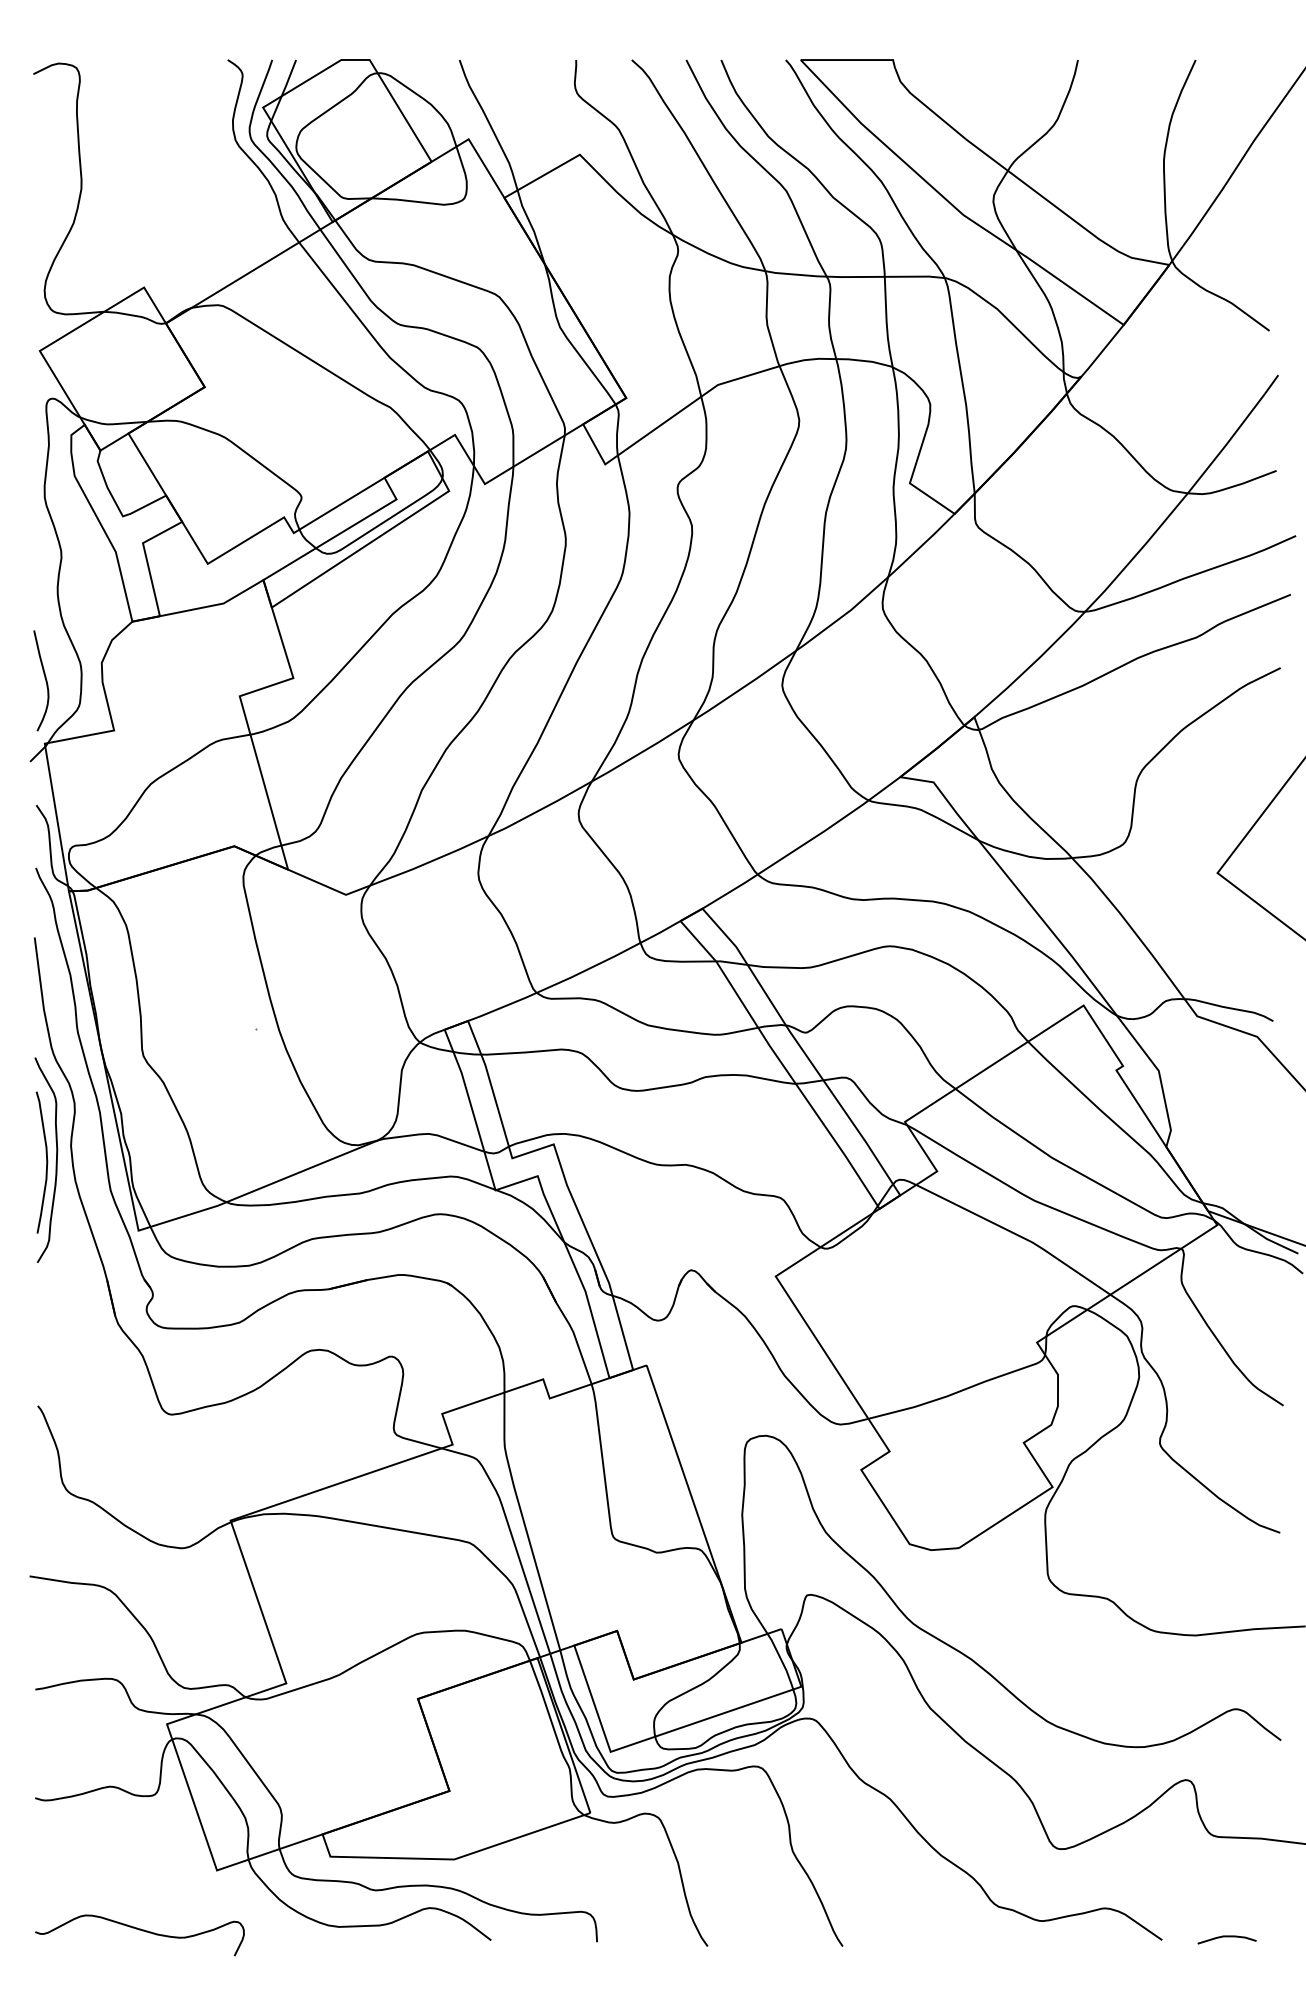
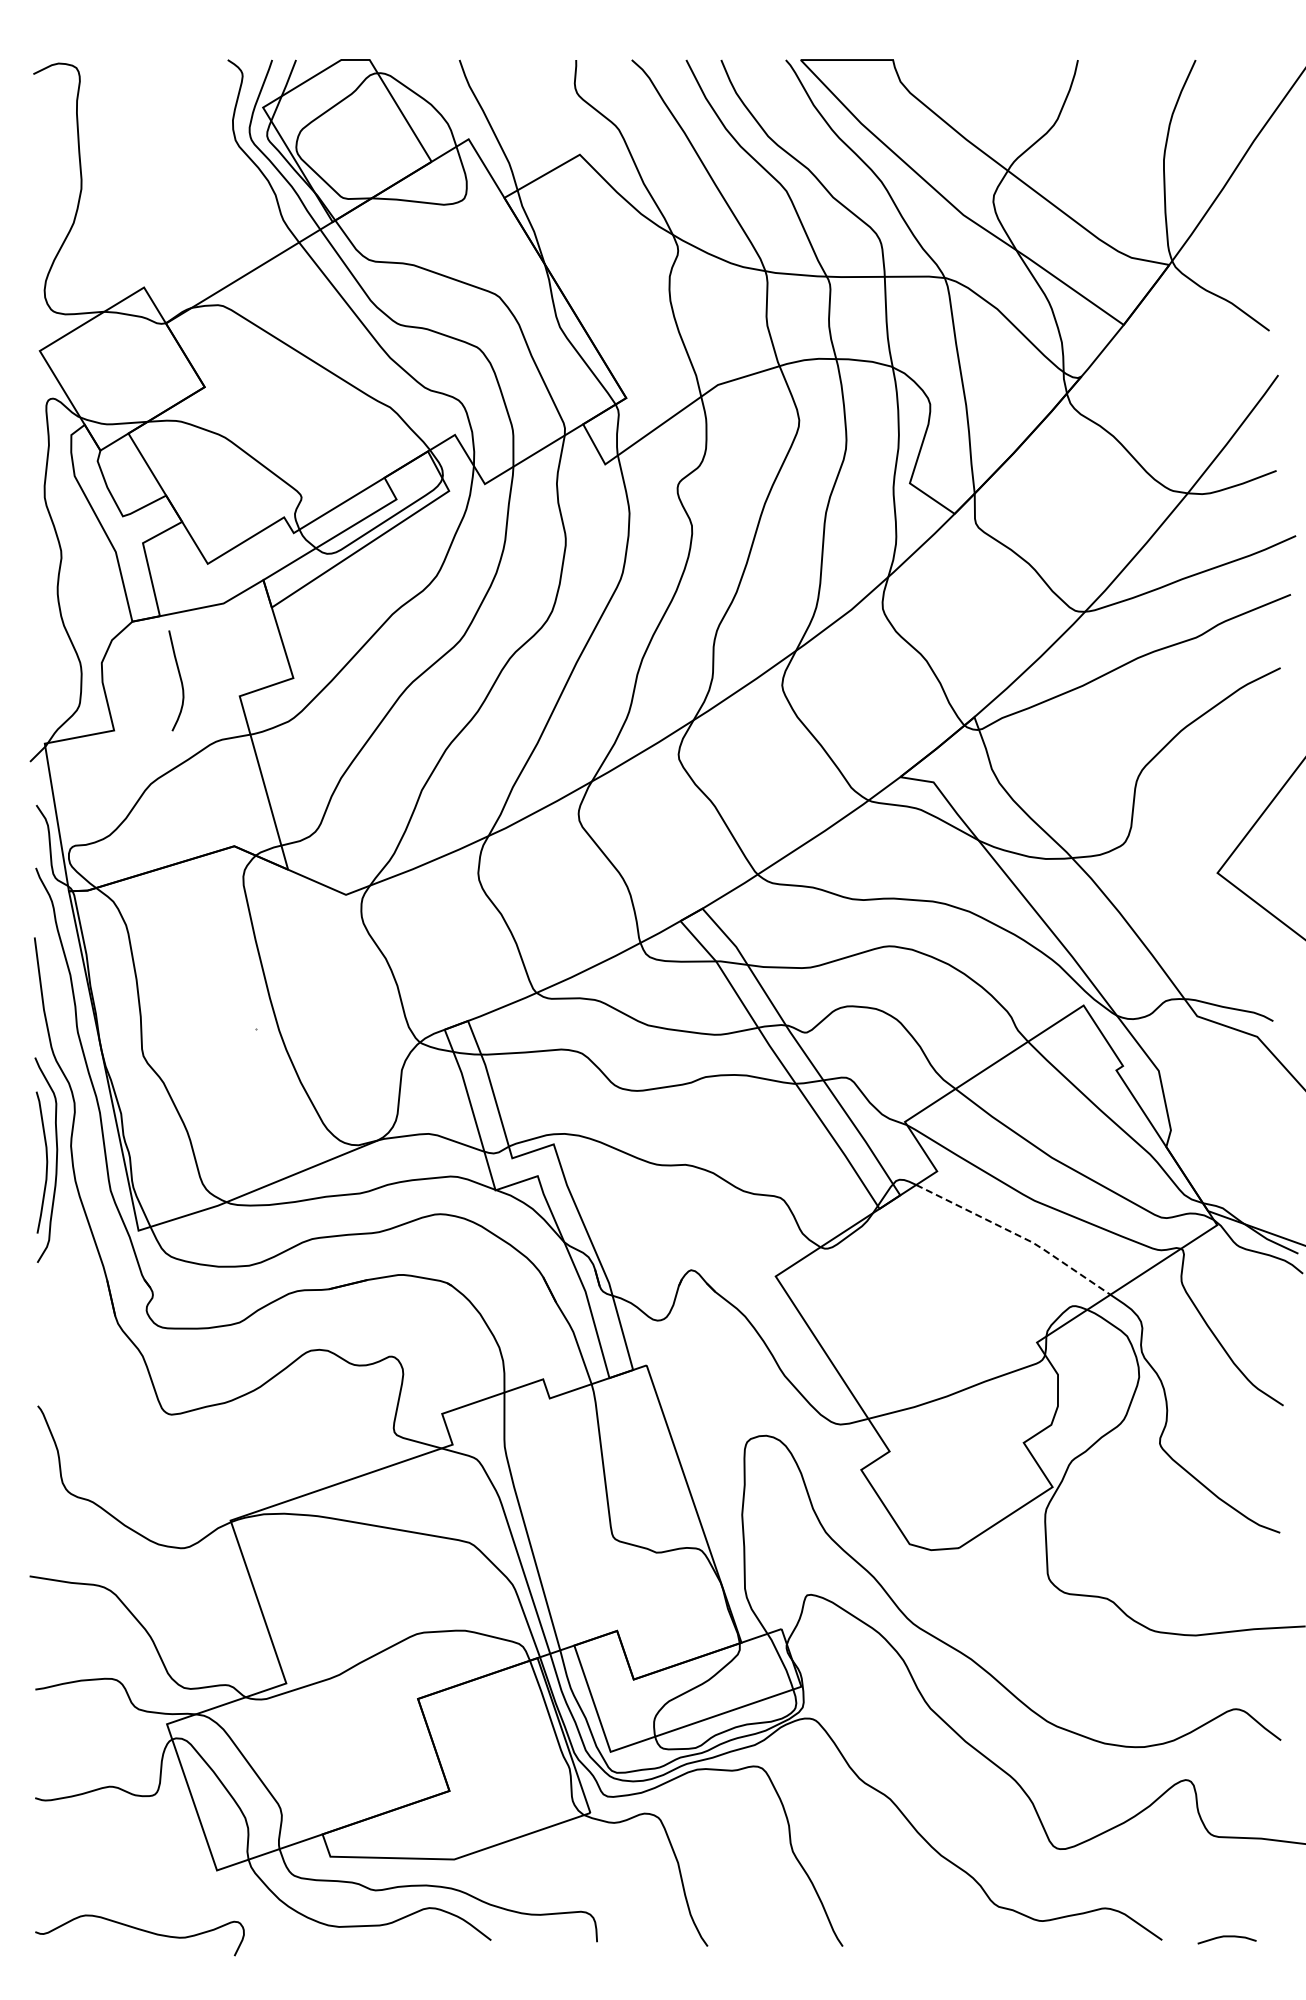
curve at (44, 678) position: (44, 678) -> (179, 678)
line at (1018, 1235): solid -> dashed
